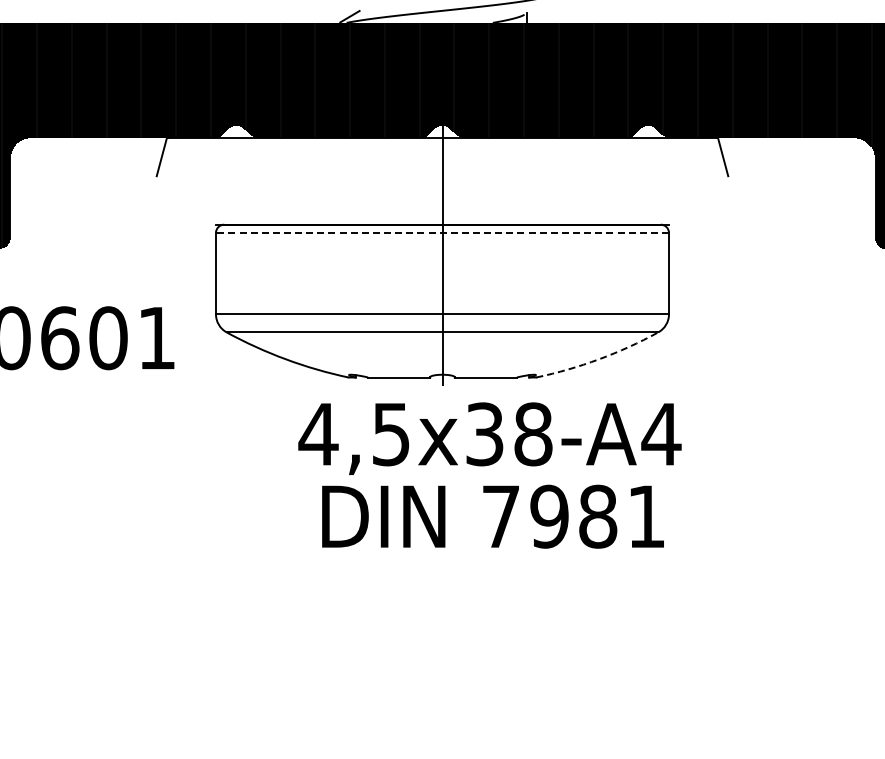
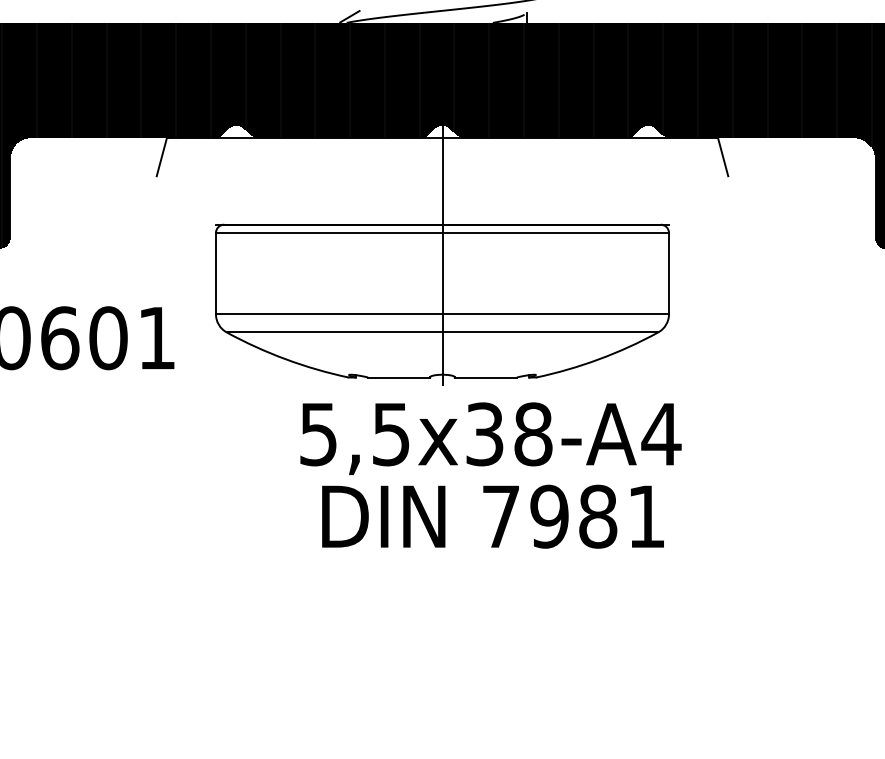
line at (442, 232): dashed -> solid
arc at (598, 359): dashed -> solid
text at (318, 434): 4,5x38-A4 -> 5,5x38-A4
